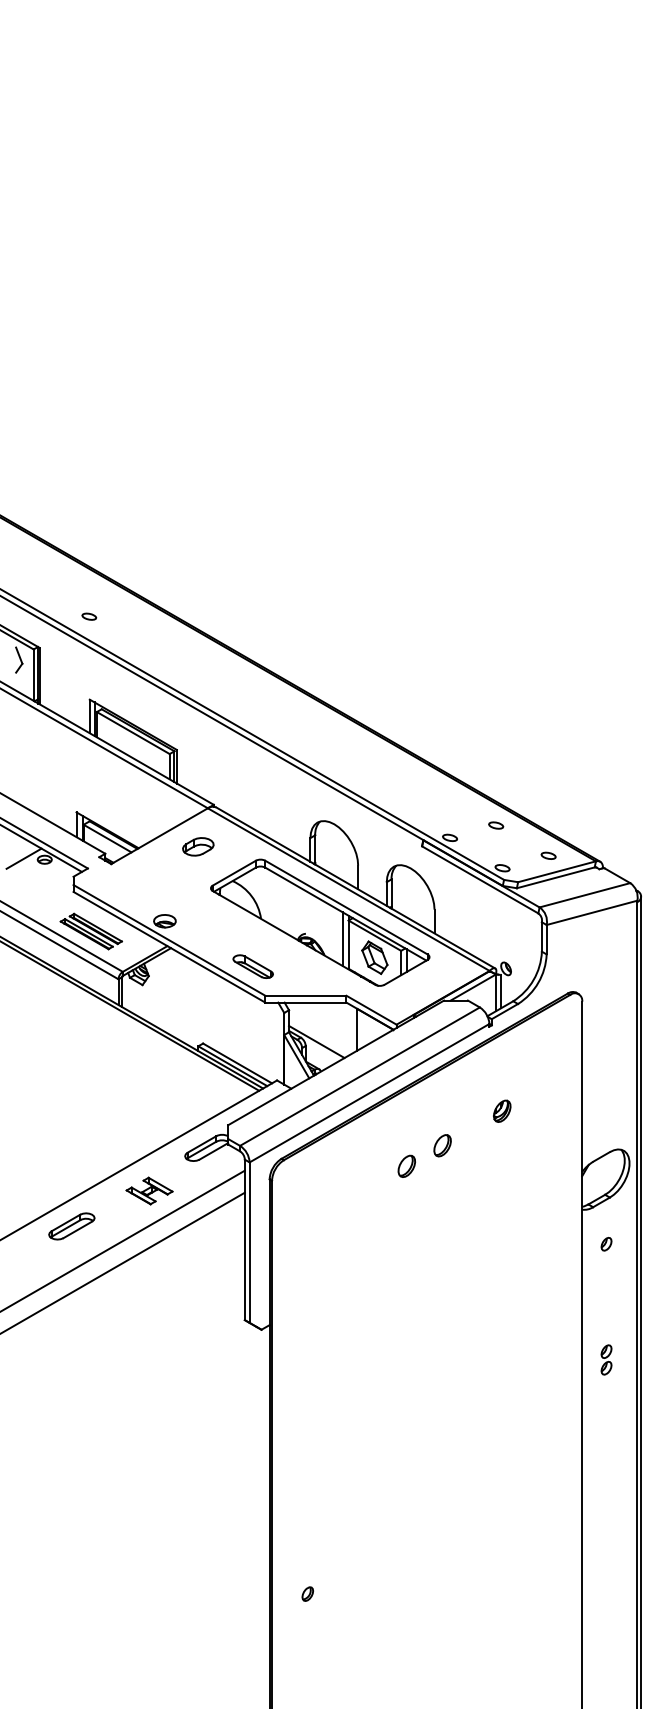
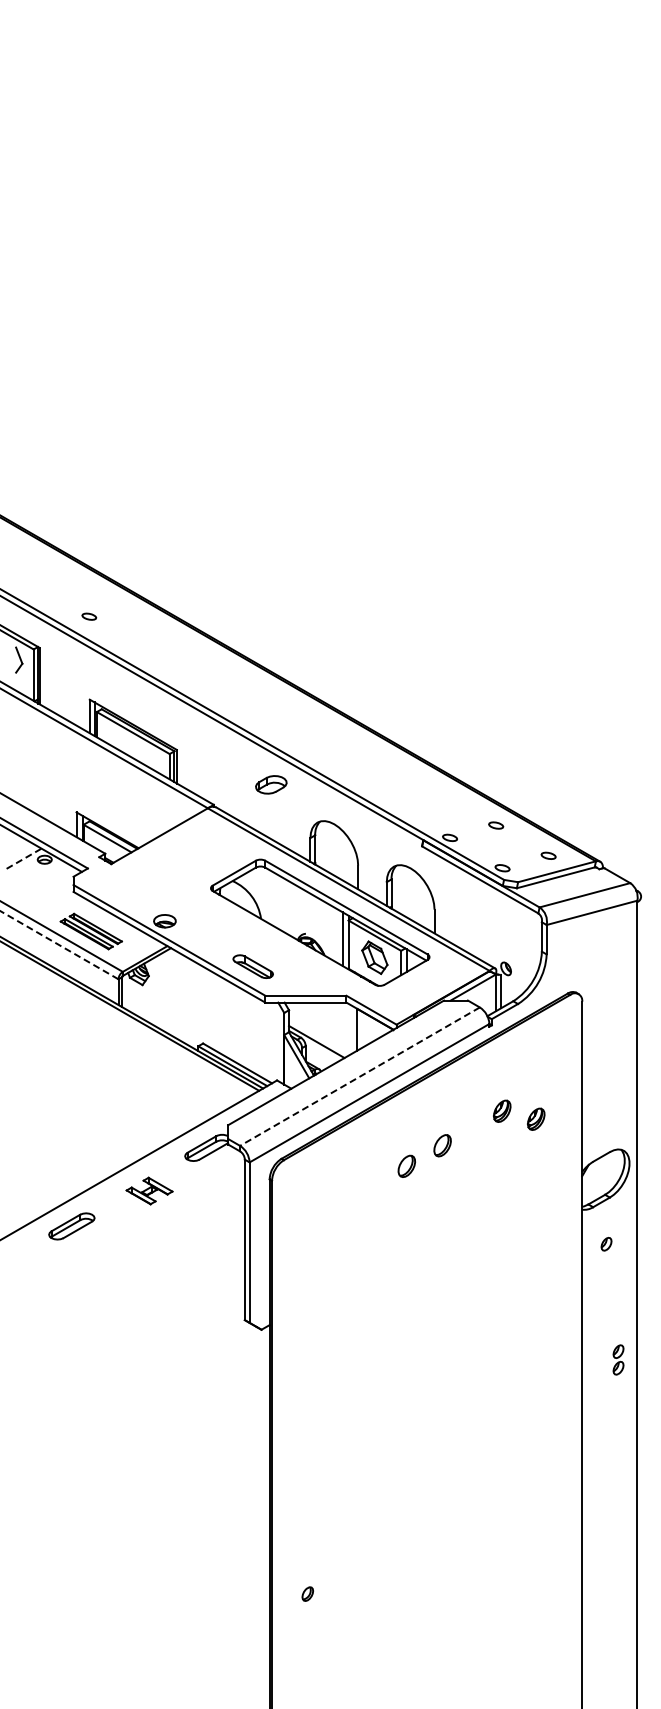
part at (198, 846) position: (198, 846) -> (271, 784)
line at (24, 858): solid -> dashed
line at (58, 944): solid -> dashed
line at (359, 1076): solid -> dashed
part at (536, 1118): none -> present
line at (123, 1240): present -> none
line at (123, 1262): present -> none
line at (641, 1300): present -> none
part at (606, 1359) position: (606, 1359) -> (618, 1359)
